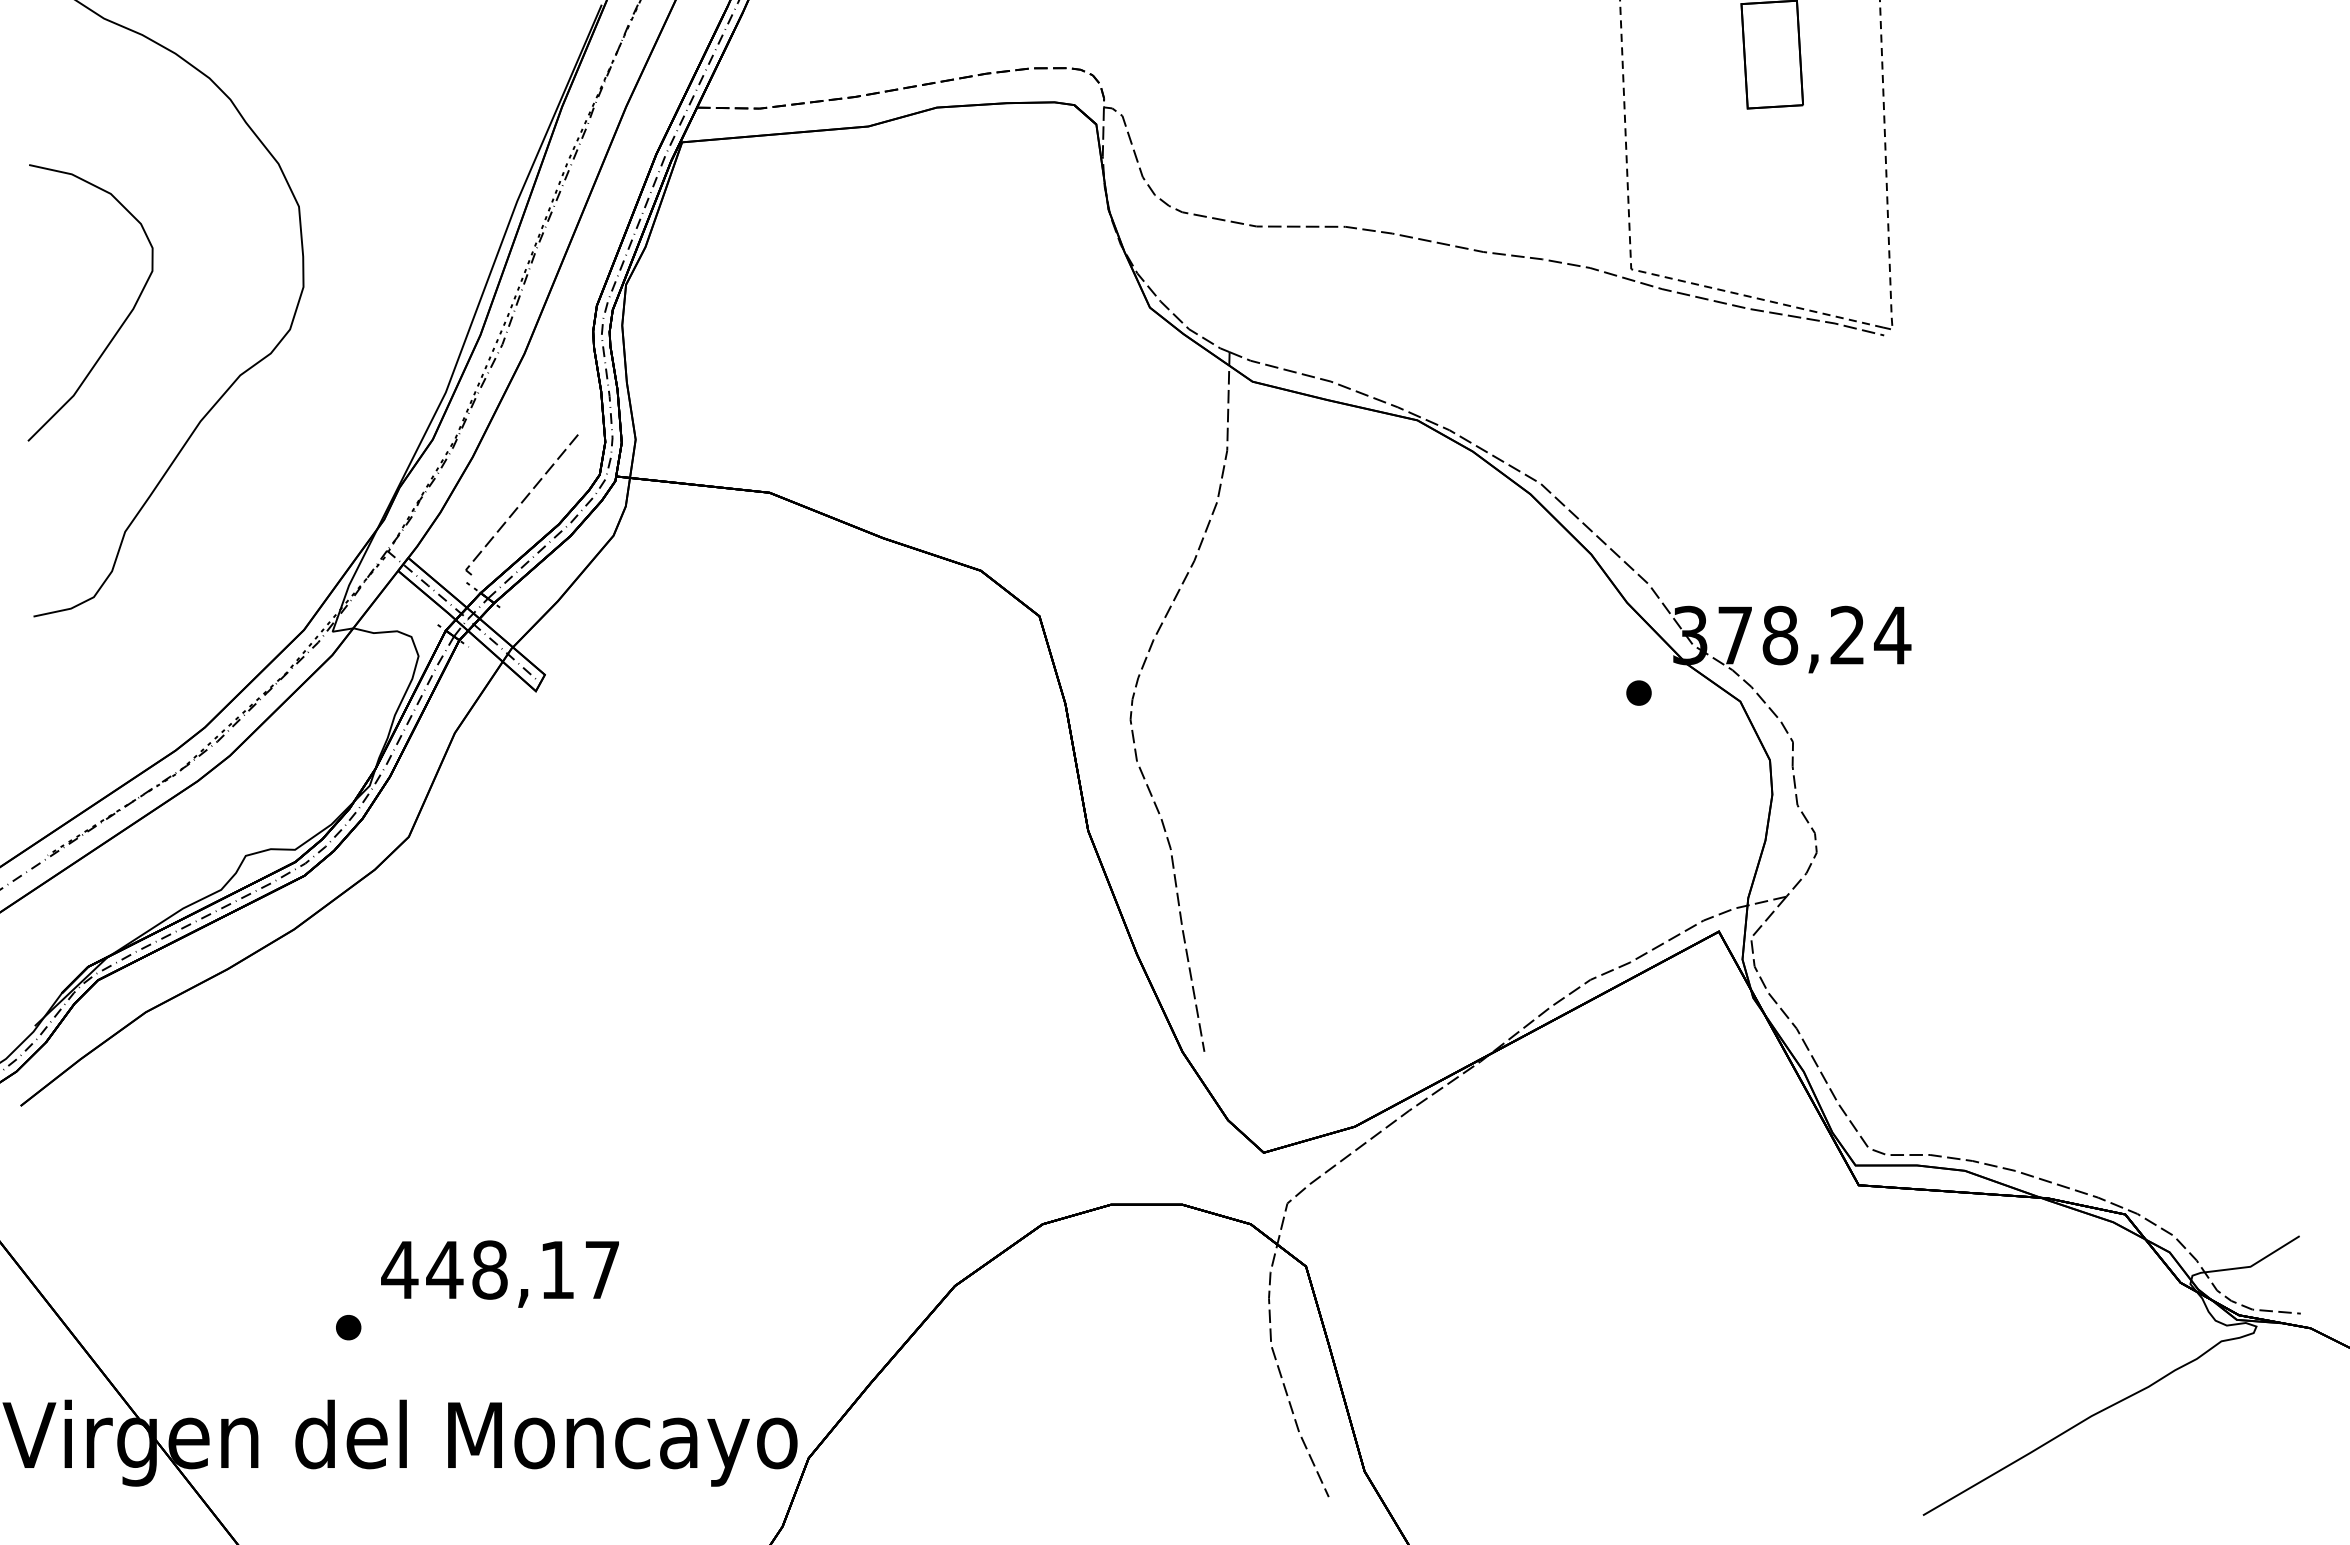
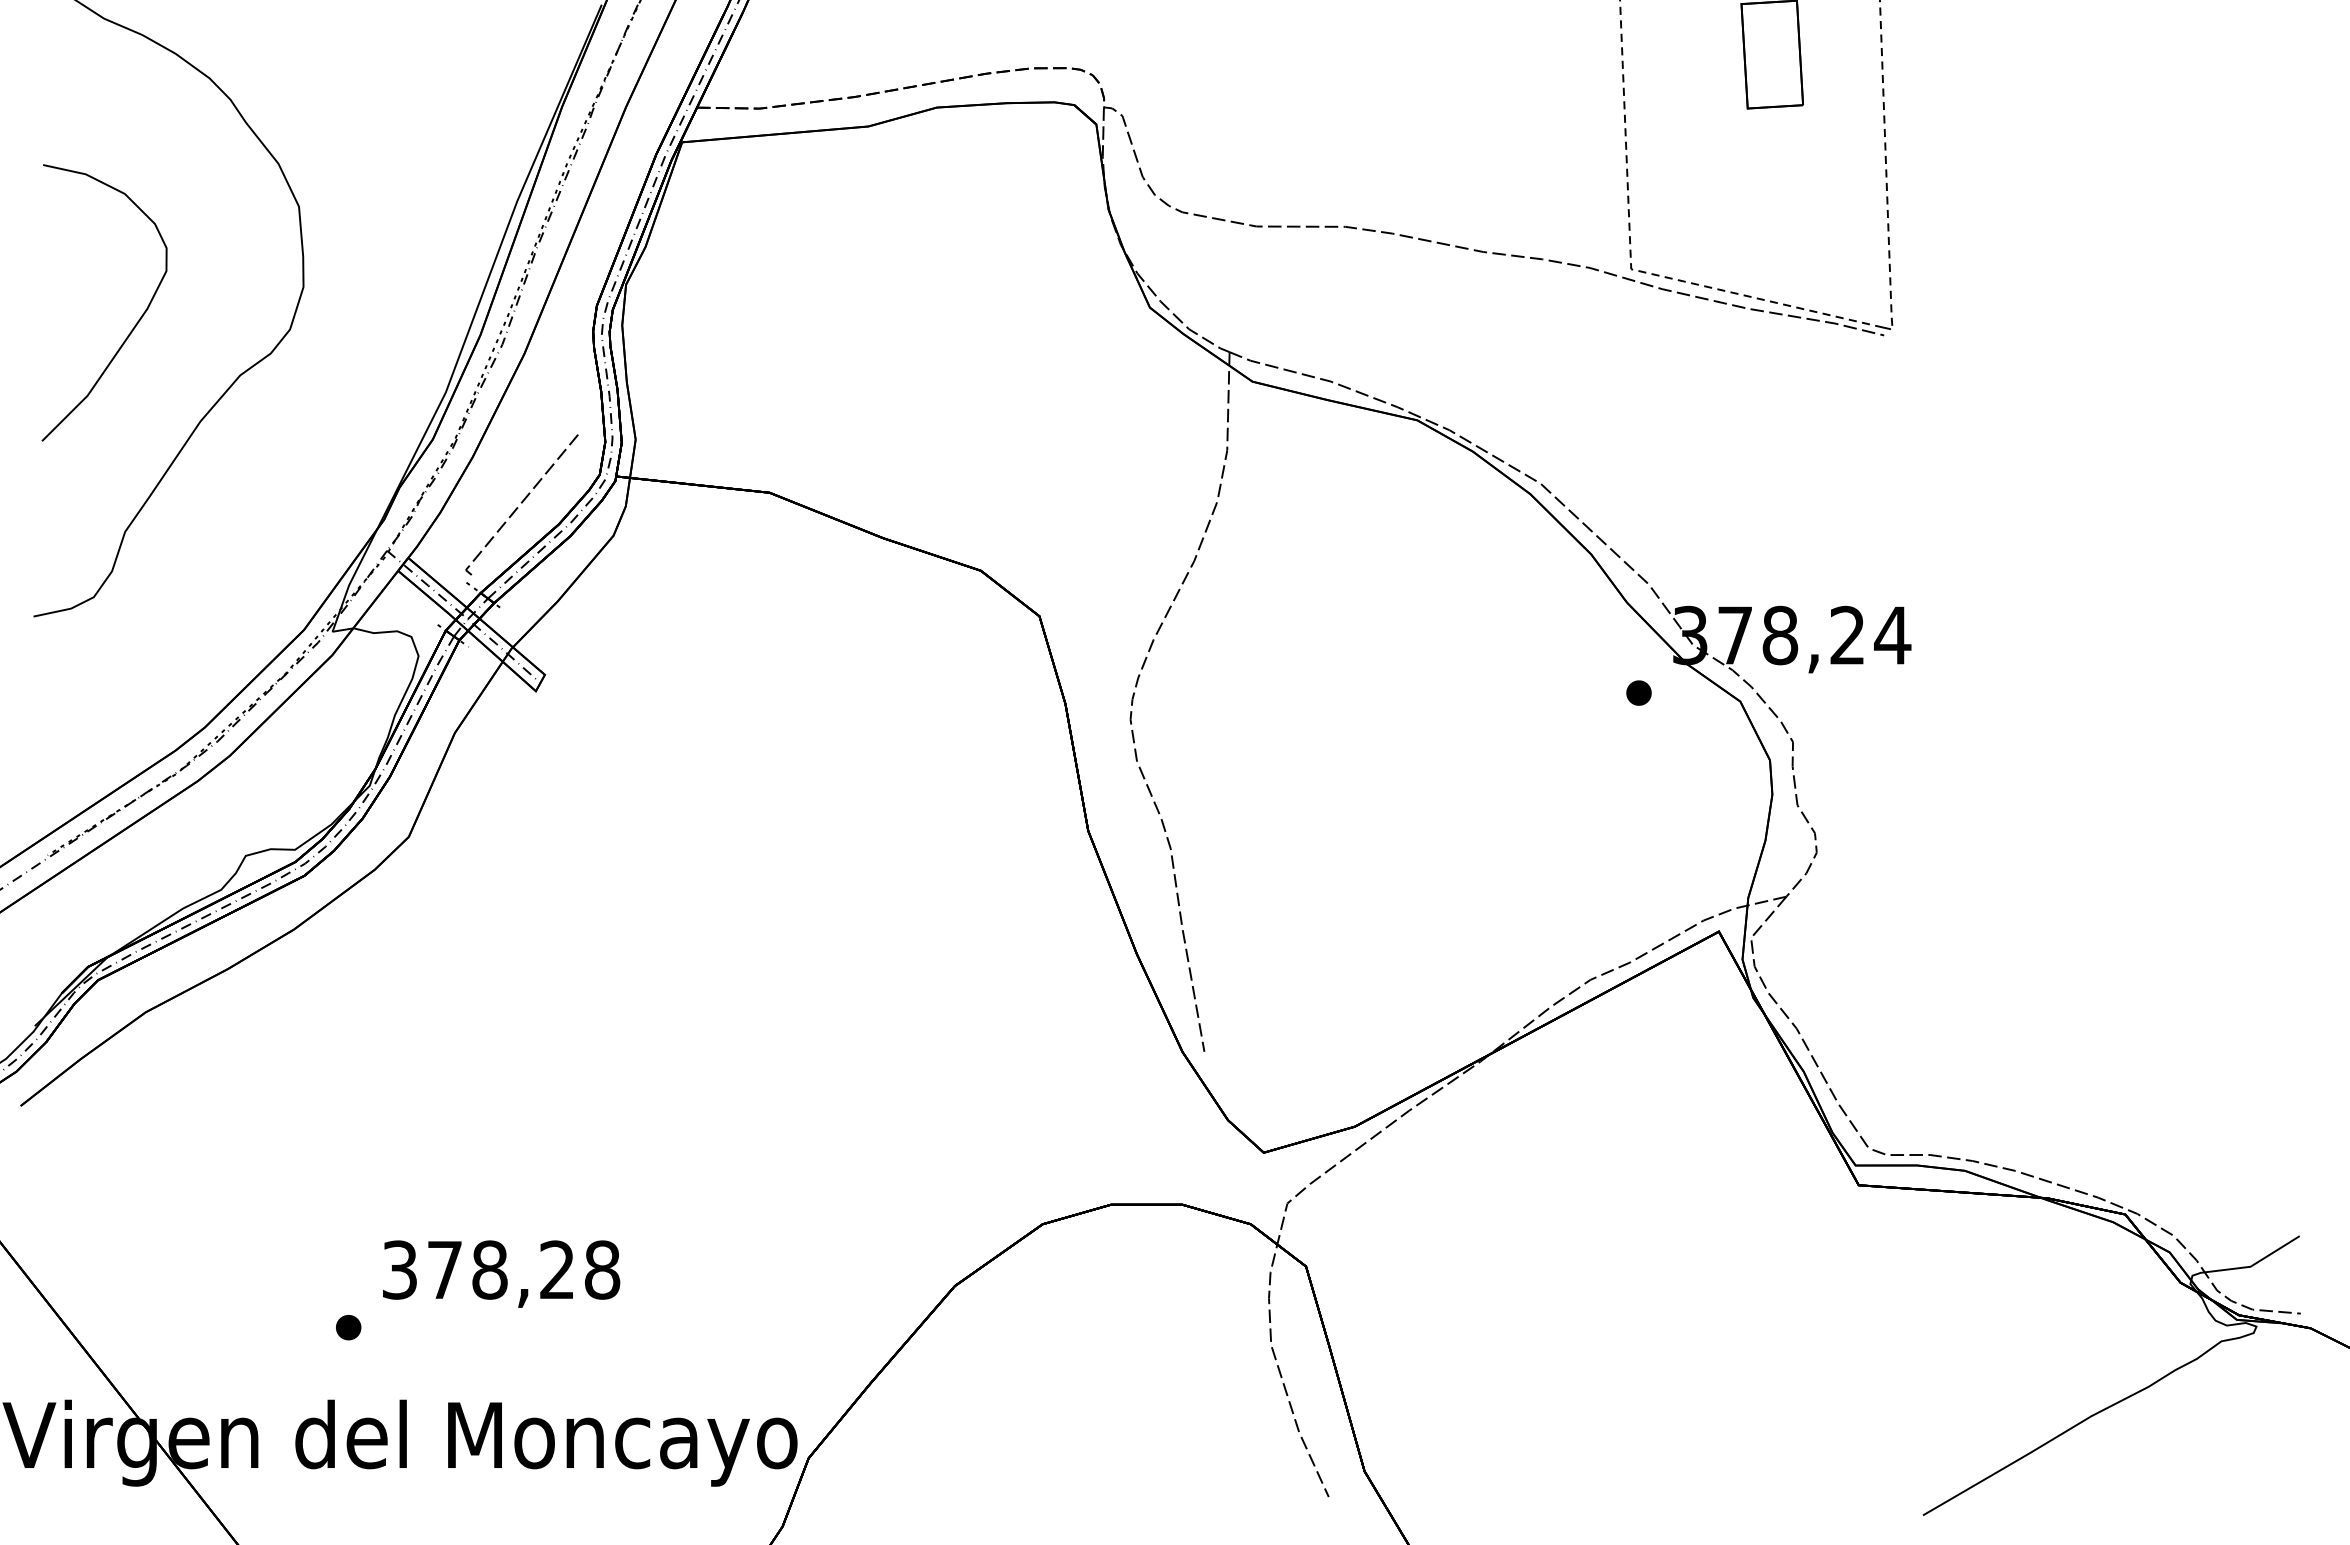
curve at (122, 322) position: (122, 322) -> (136, 322)
text at (500, 1269): 448,17 -> 378,28
